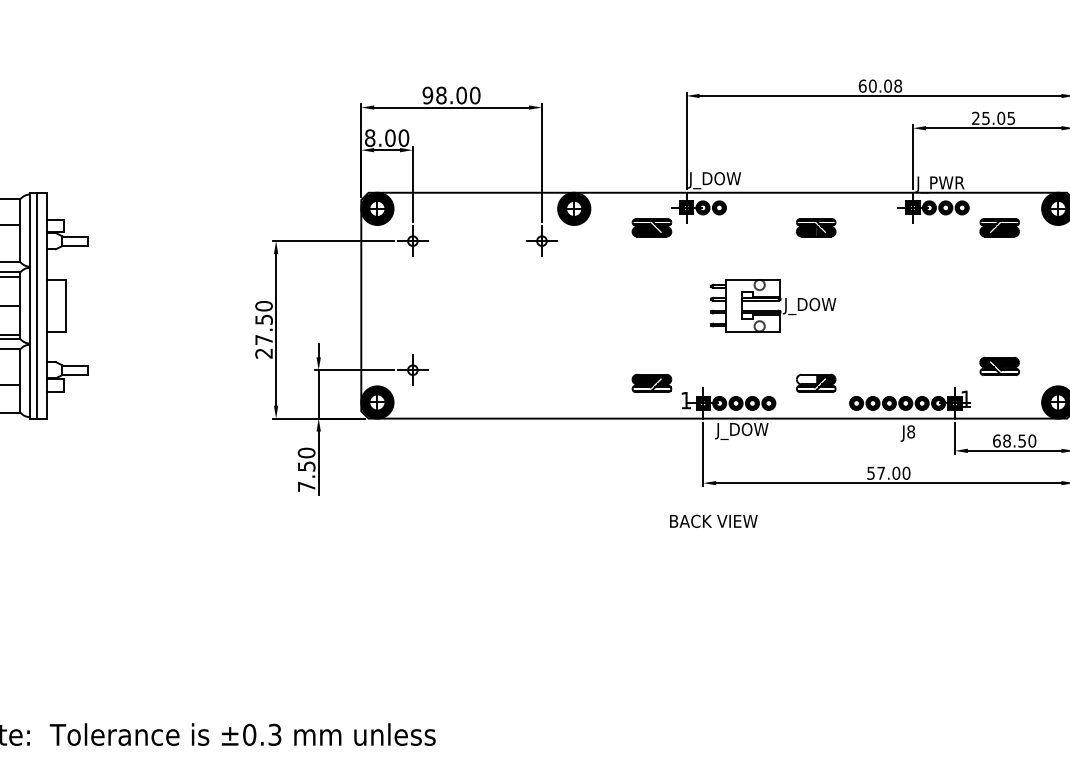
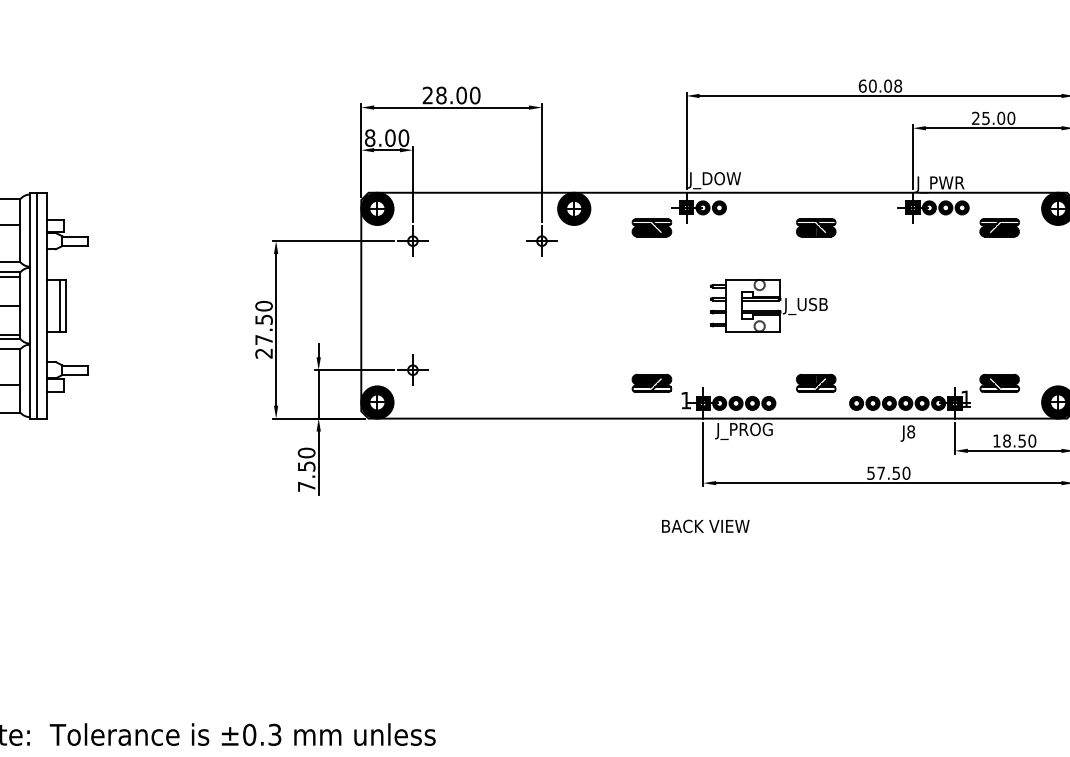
text at (427, 95): 98.00 -> 28.00
text at (1011, 117): 25.05 -> 25.00
text at (816, 304): J_DOW -> J_USB
line at (59, 305): none -> present
part at (999, 365) position: (999, 365) -> (999, 382)
fill at (806, 379): none -> present
text at (751, 429): J_DOW -> J_PROG
text at (996, 440): 68.50 -> 18.50
text at (896, 472): 57.00 -> 57.50
text at (713, 520) position: (713, 520) -> (705, 525)
